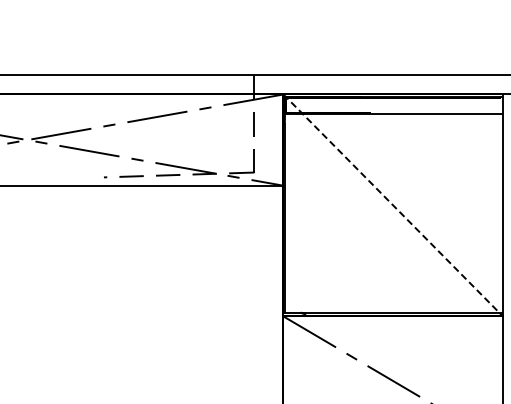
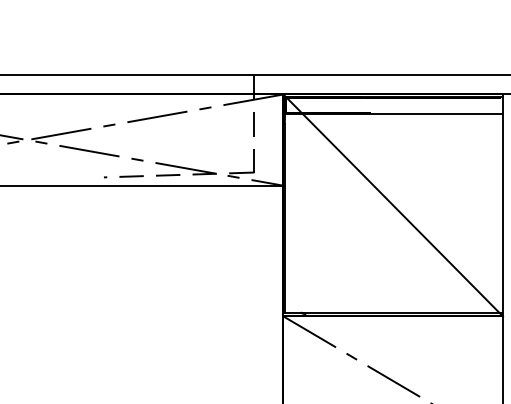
line at (393, 205): dashed -> solid
